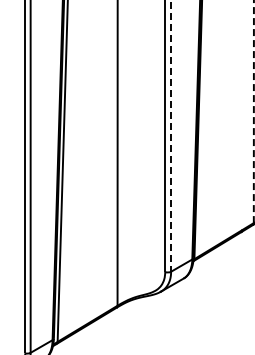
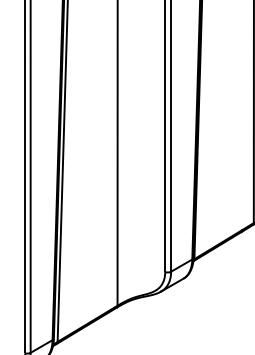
line at (253, 111): dashed -> solid
line at (171, 136): dashed -> solid
